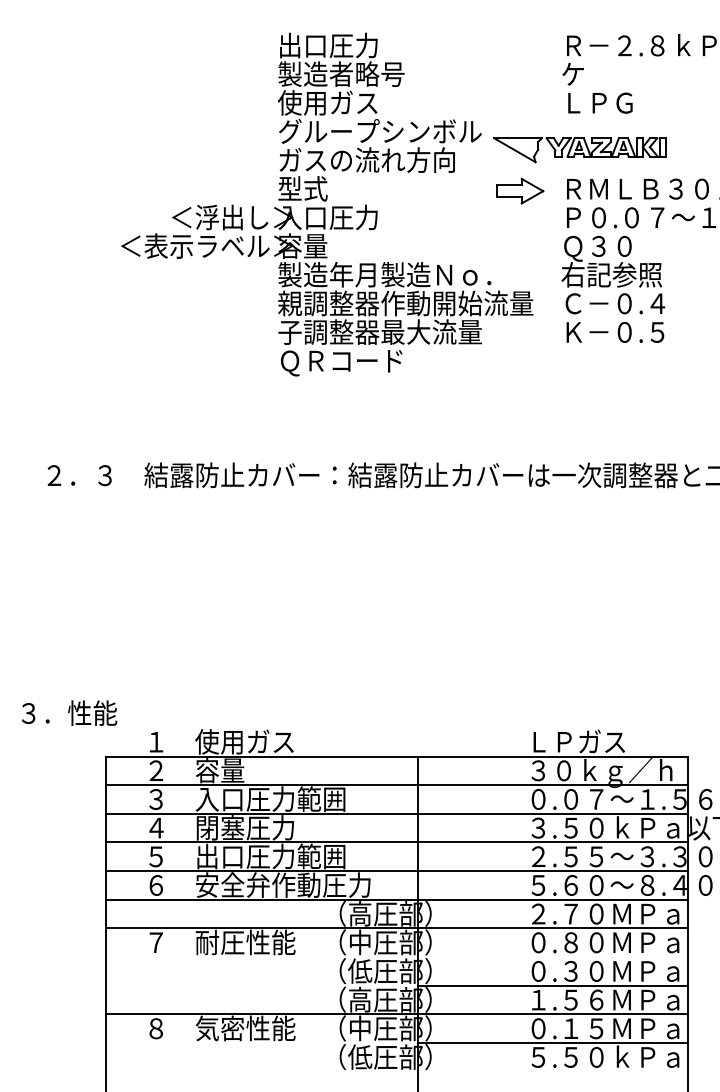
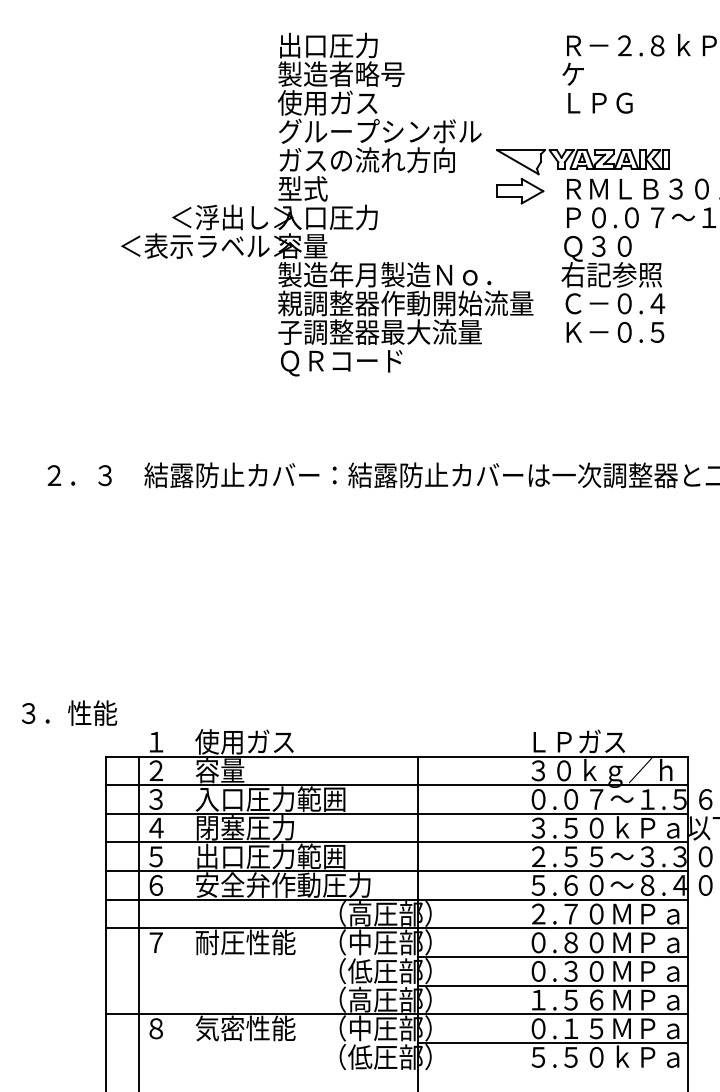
part at (579, 150) position: (579, 150) -> (582, 162)
line at (139, 922): none -> present
line at (552, 957): none -> present
